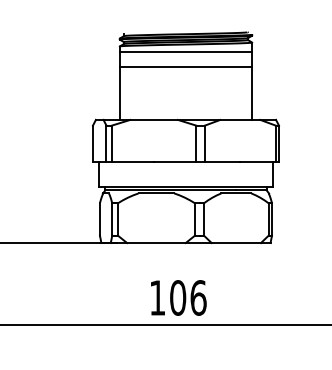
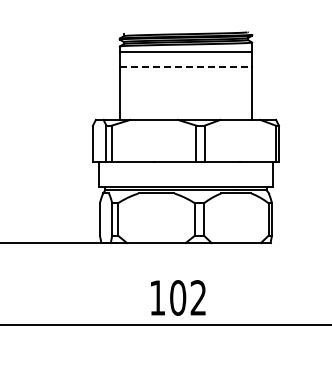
line at (186, 66): solid -> dashed
text at (198, 297): 106 -> 102
